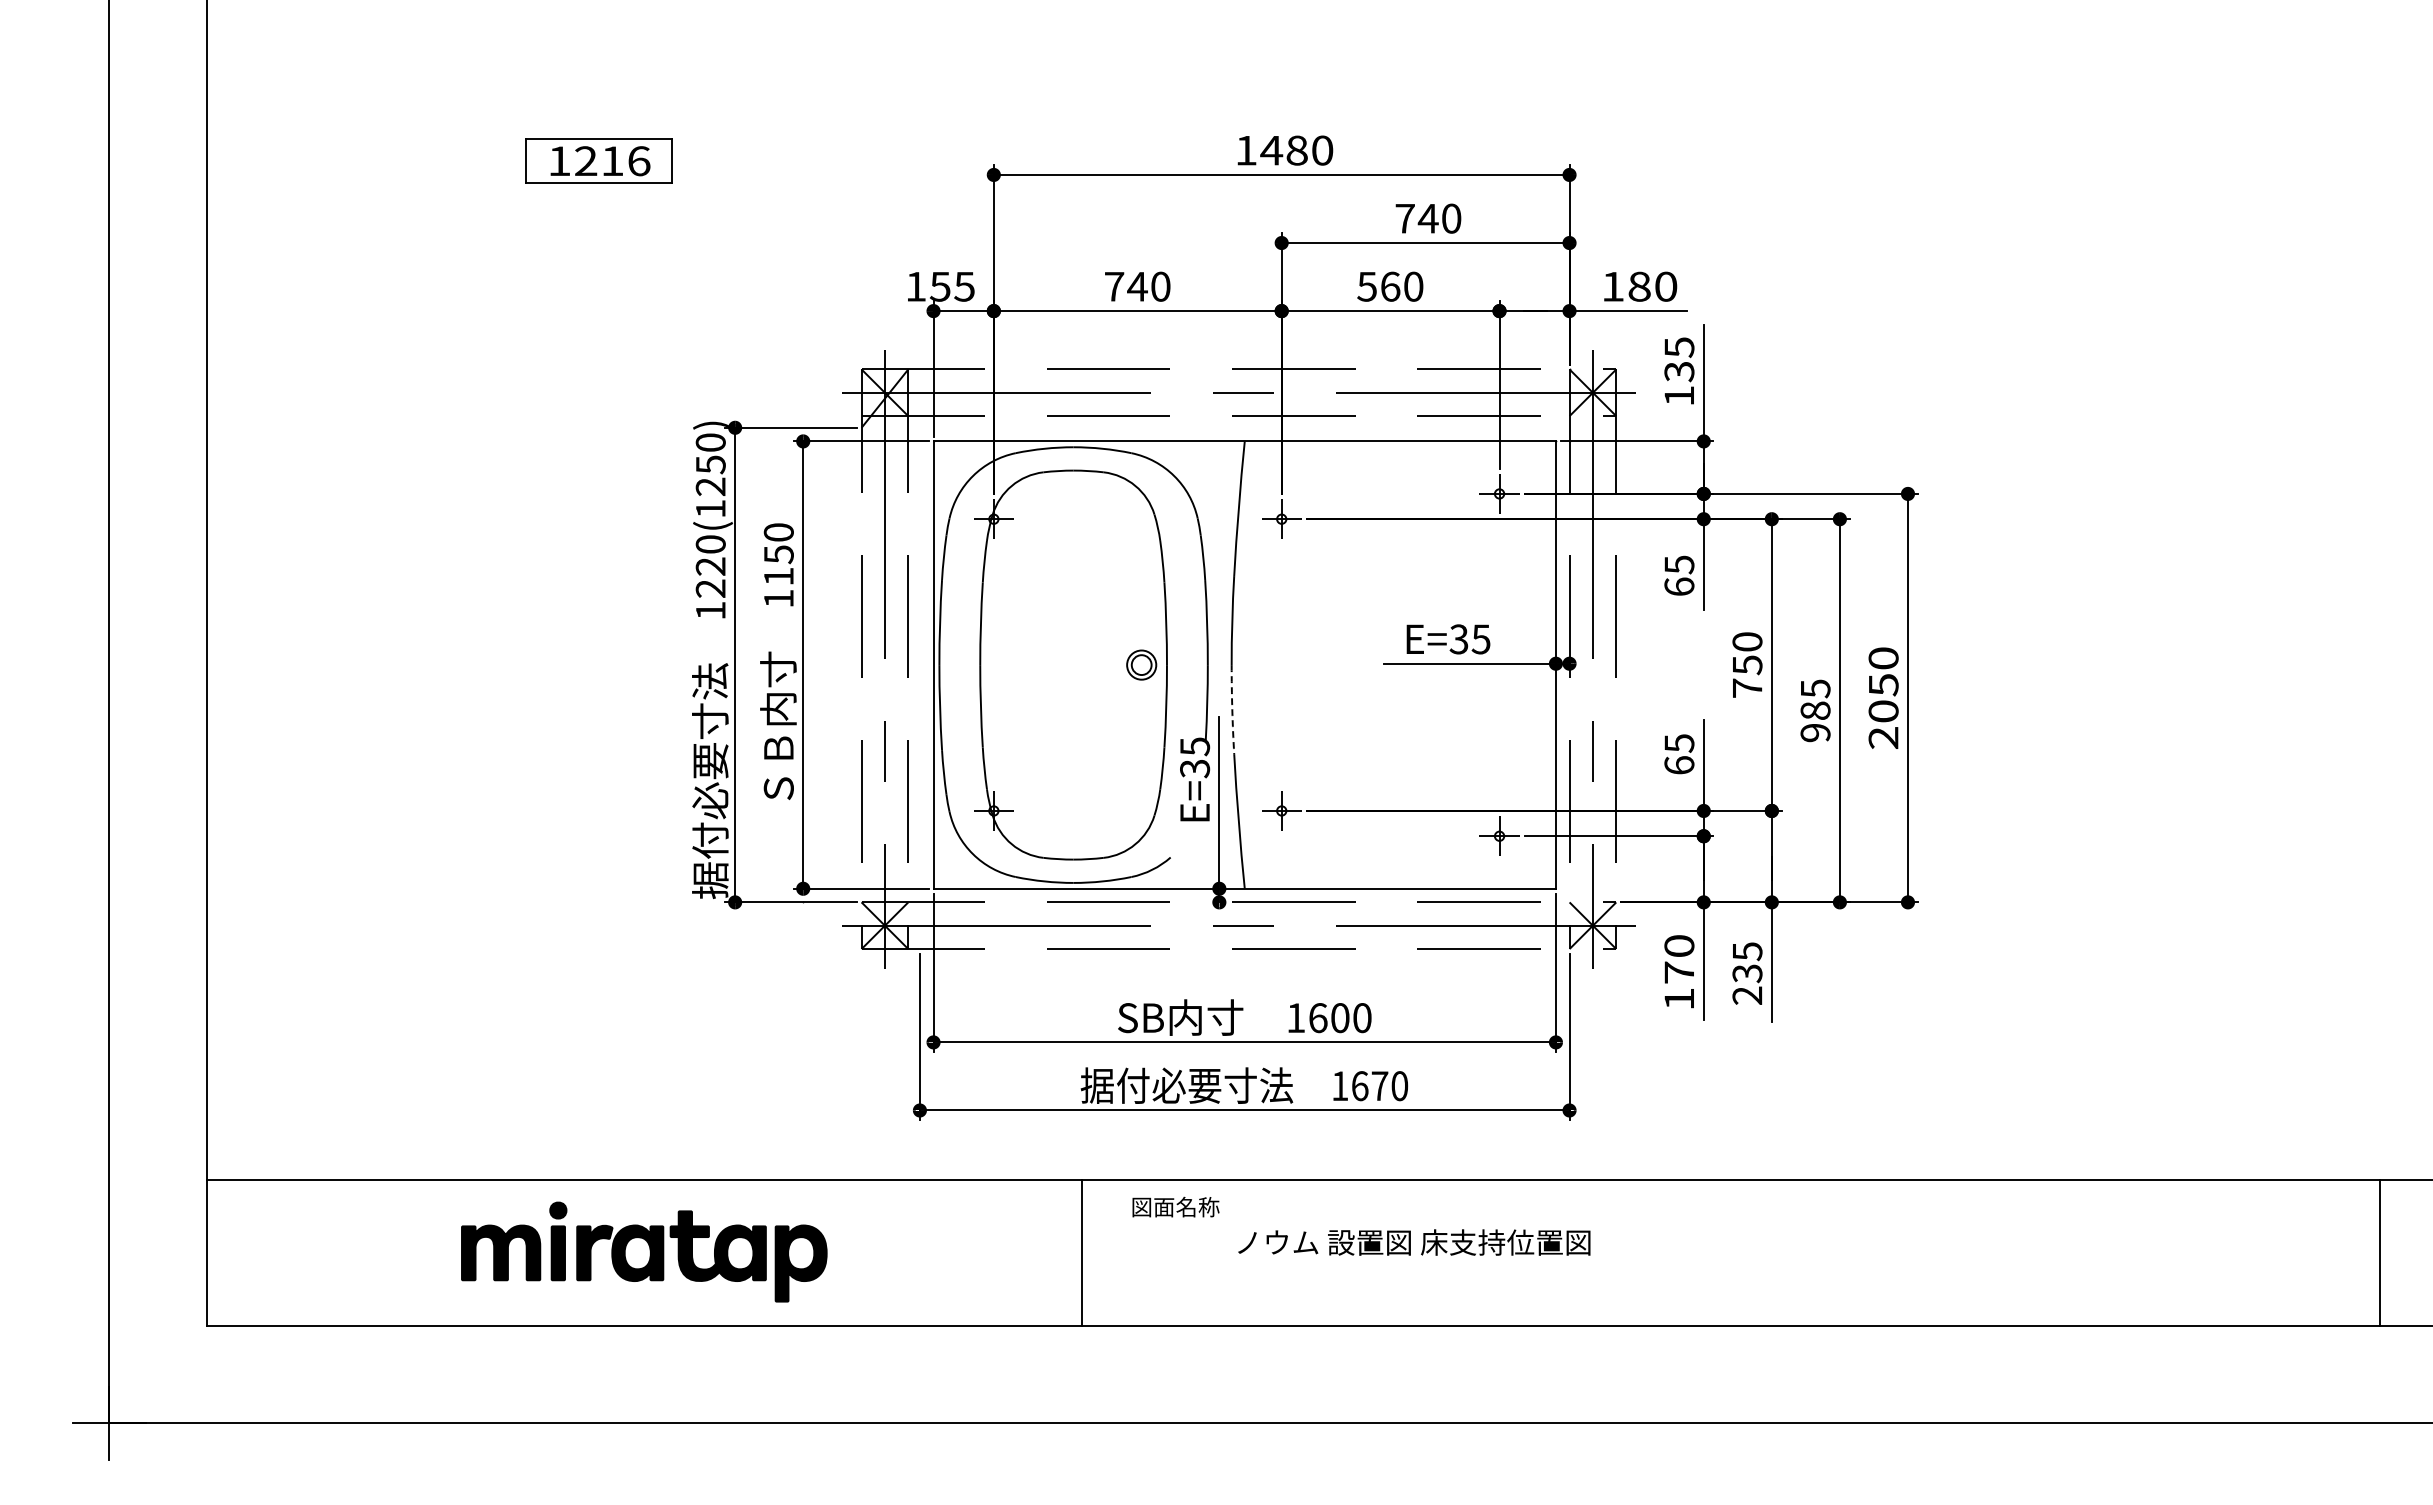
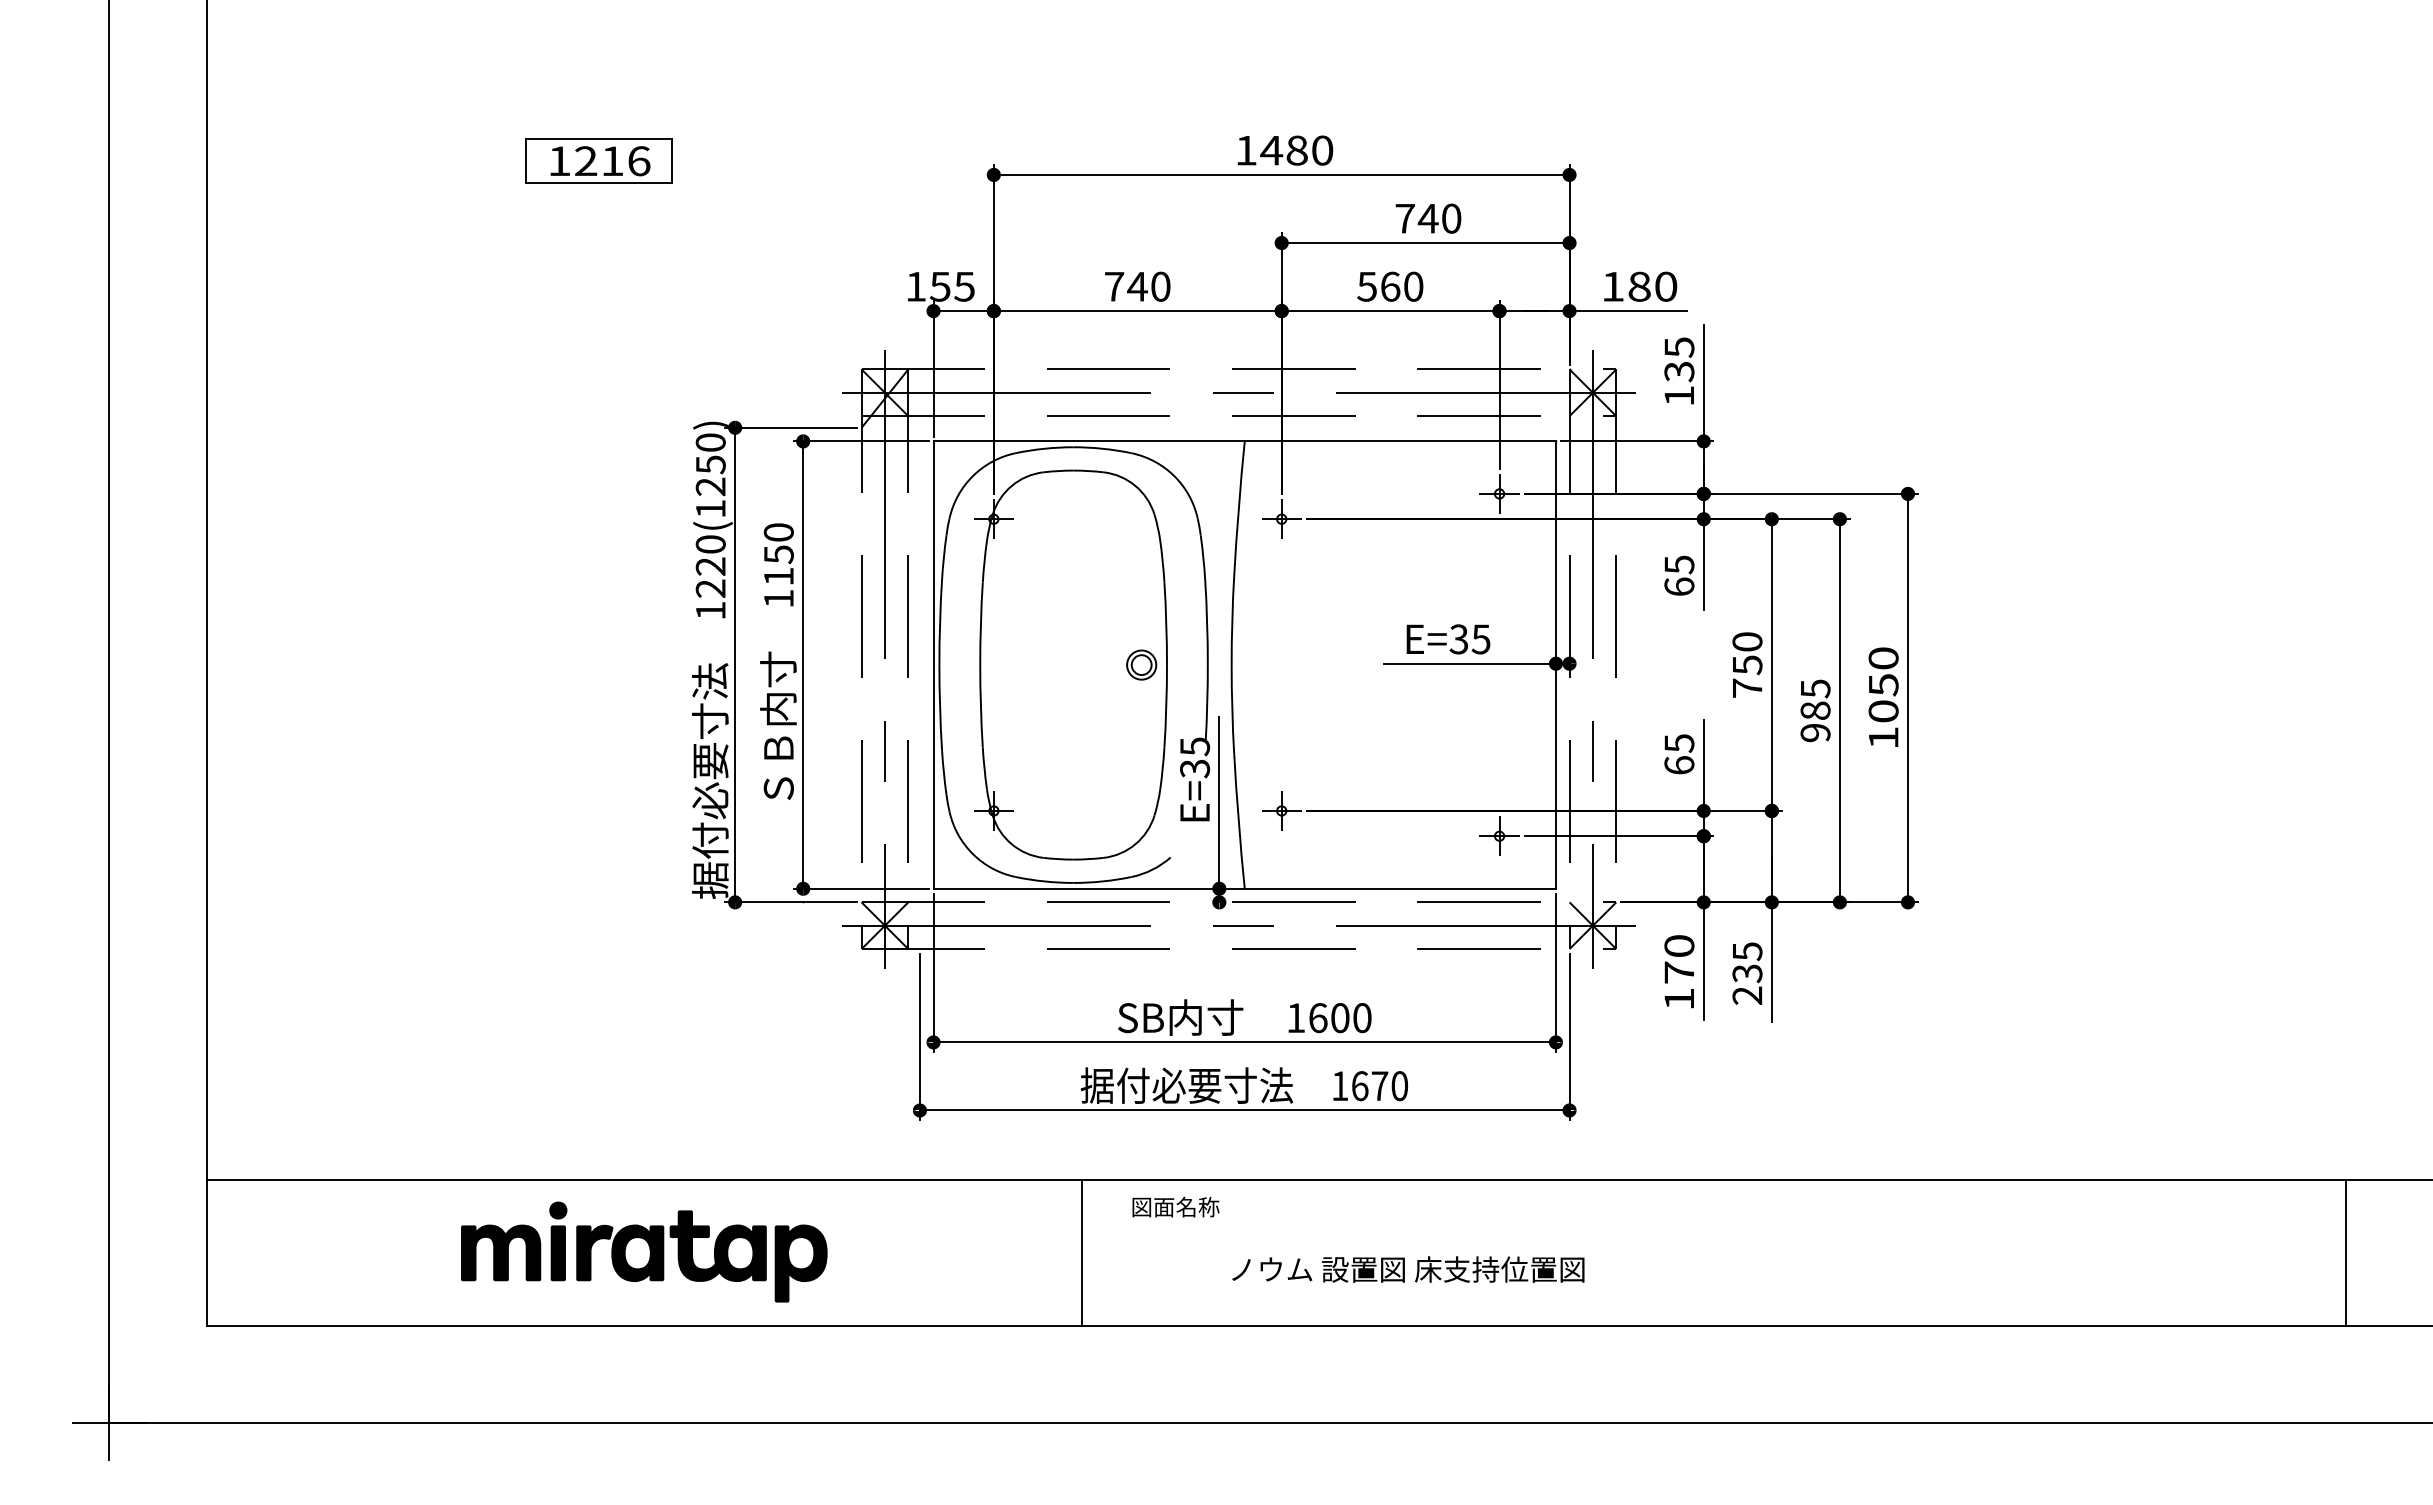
arc at (1232, 709): dashed -> solid
text at (1883, 737): 2050 -> 1050
text at (1414, 1242) position: (1414, 1242) -> (1408, 1269)
line at (2380, 1252) position: (2380, 1252) -> (2346, 1252)
